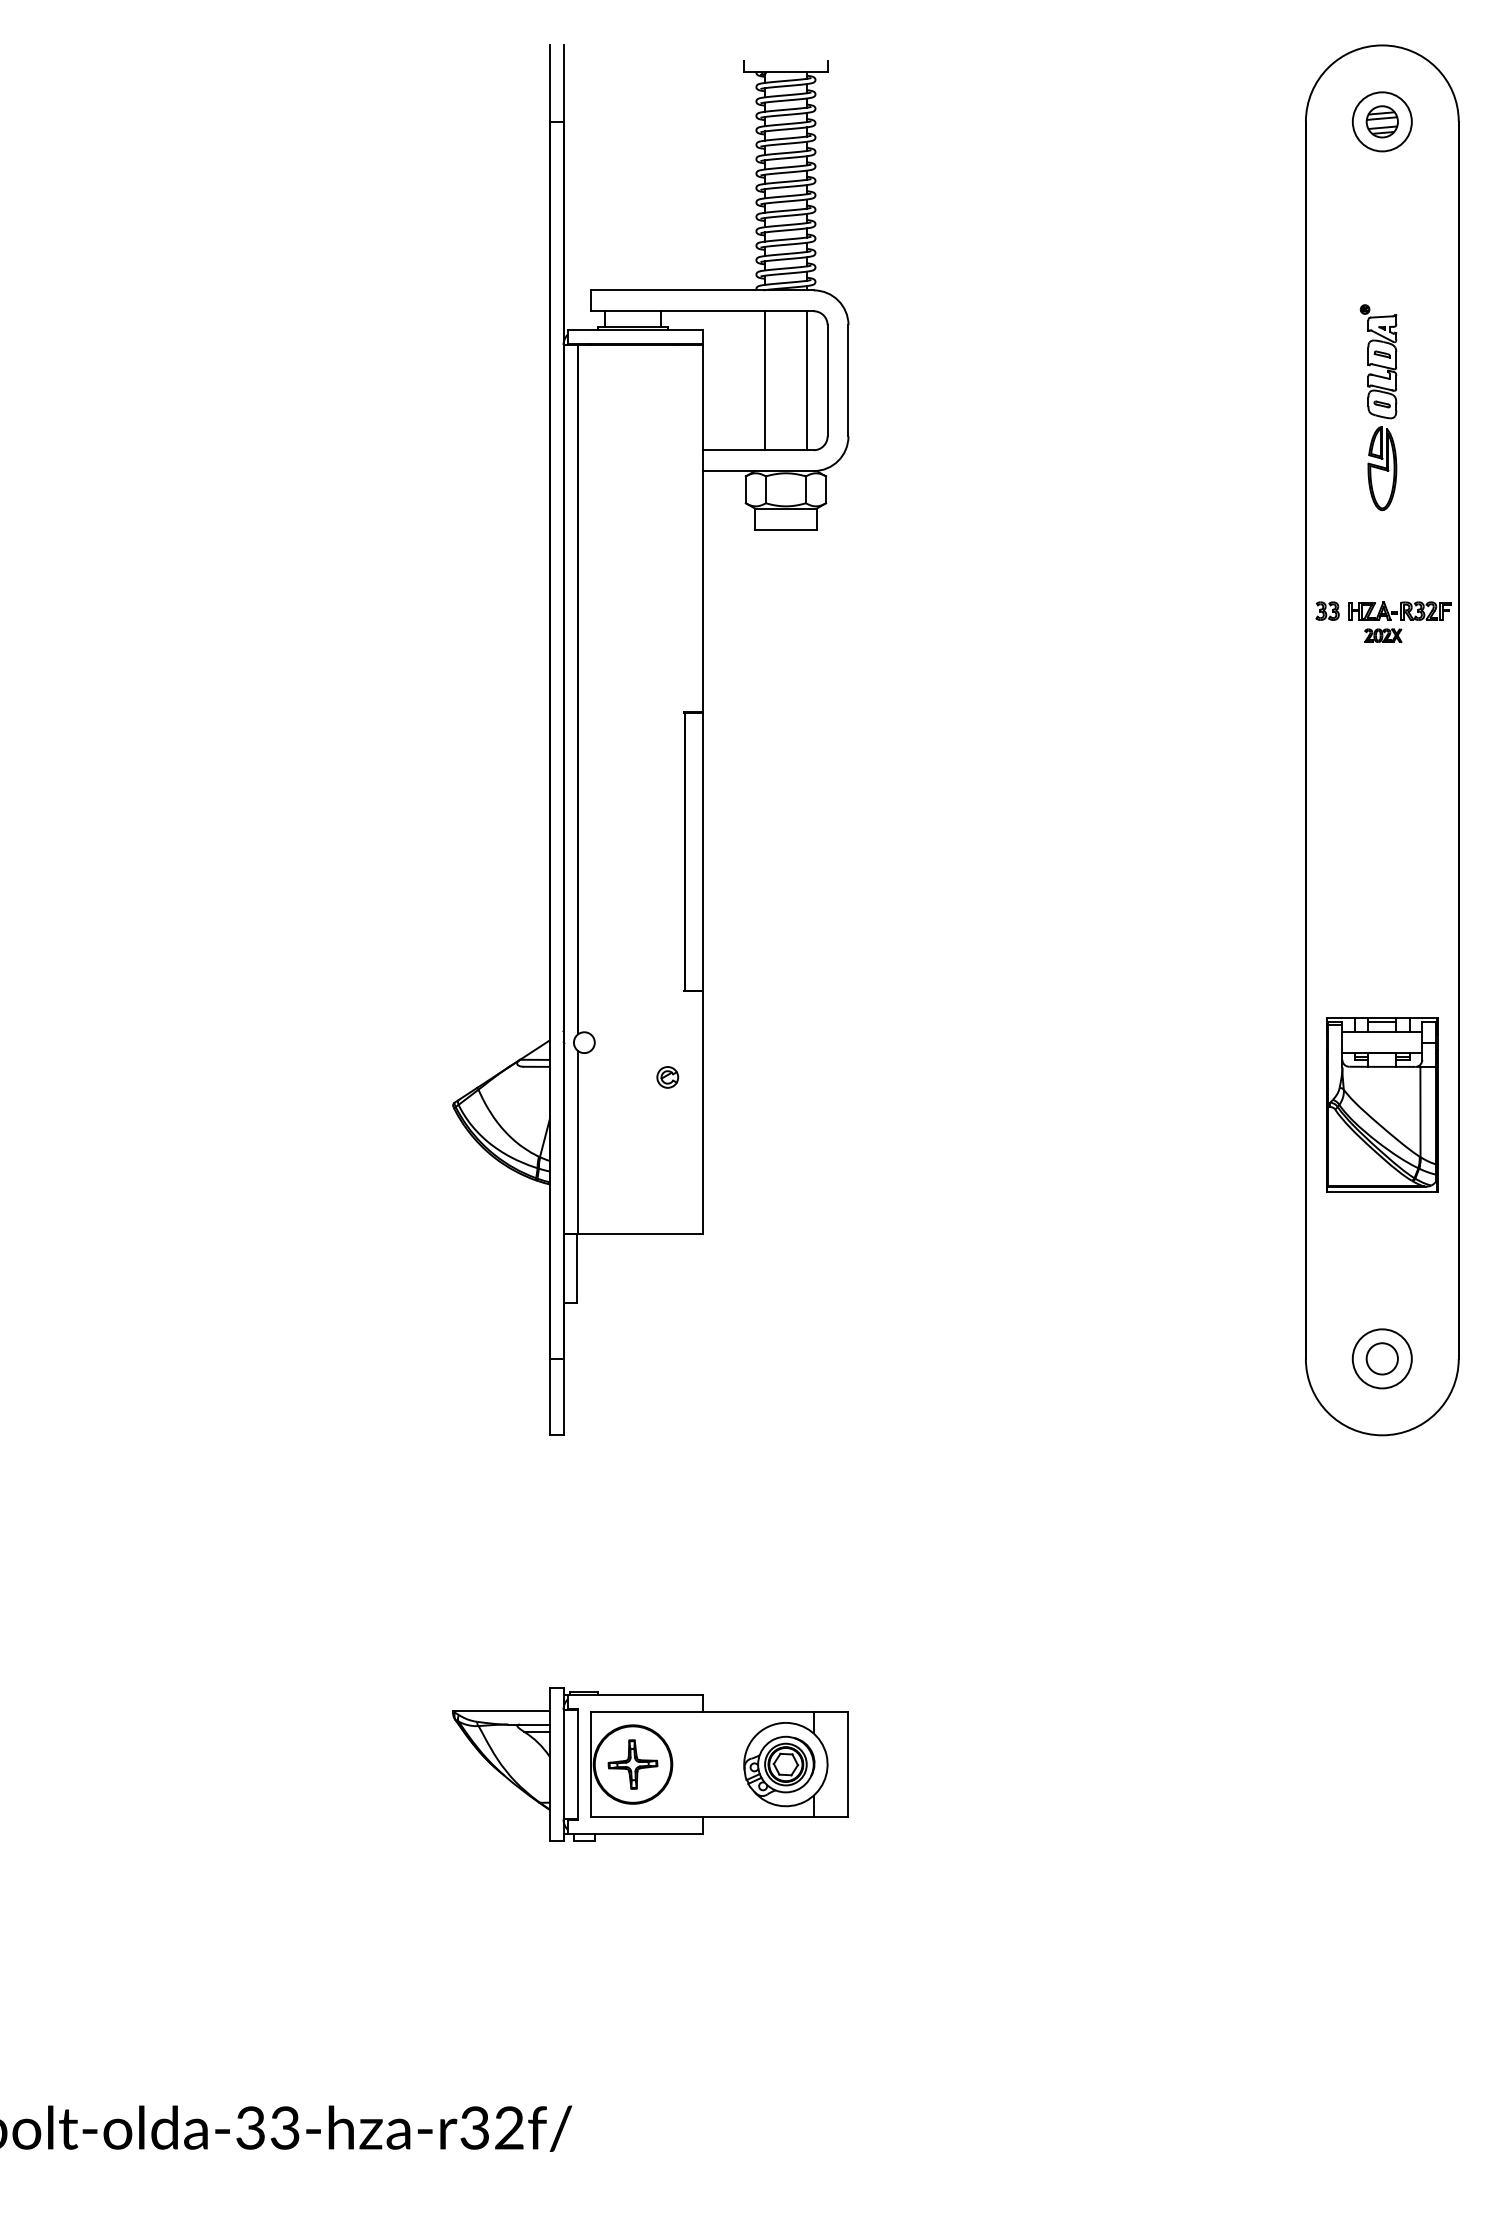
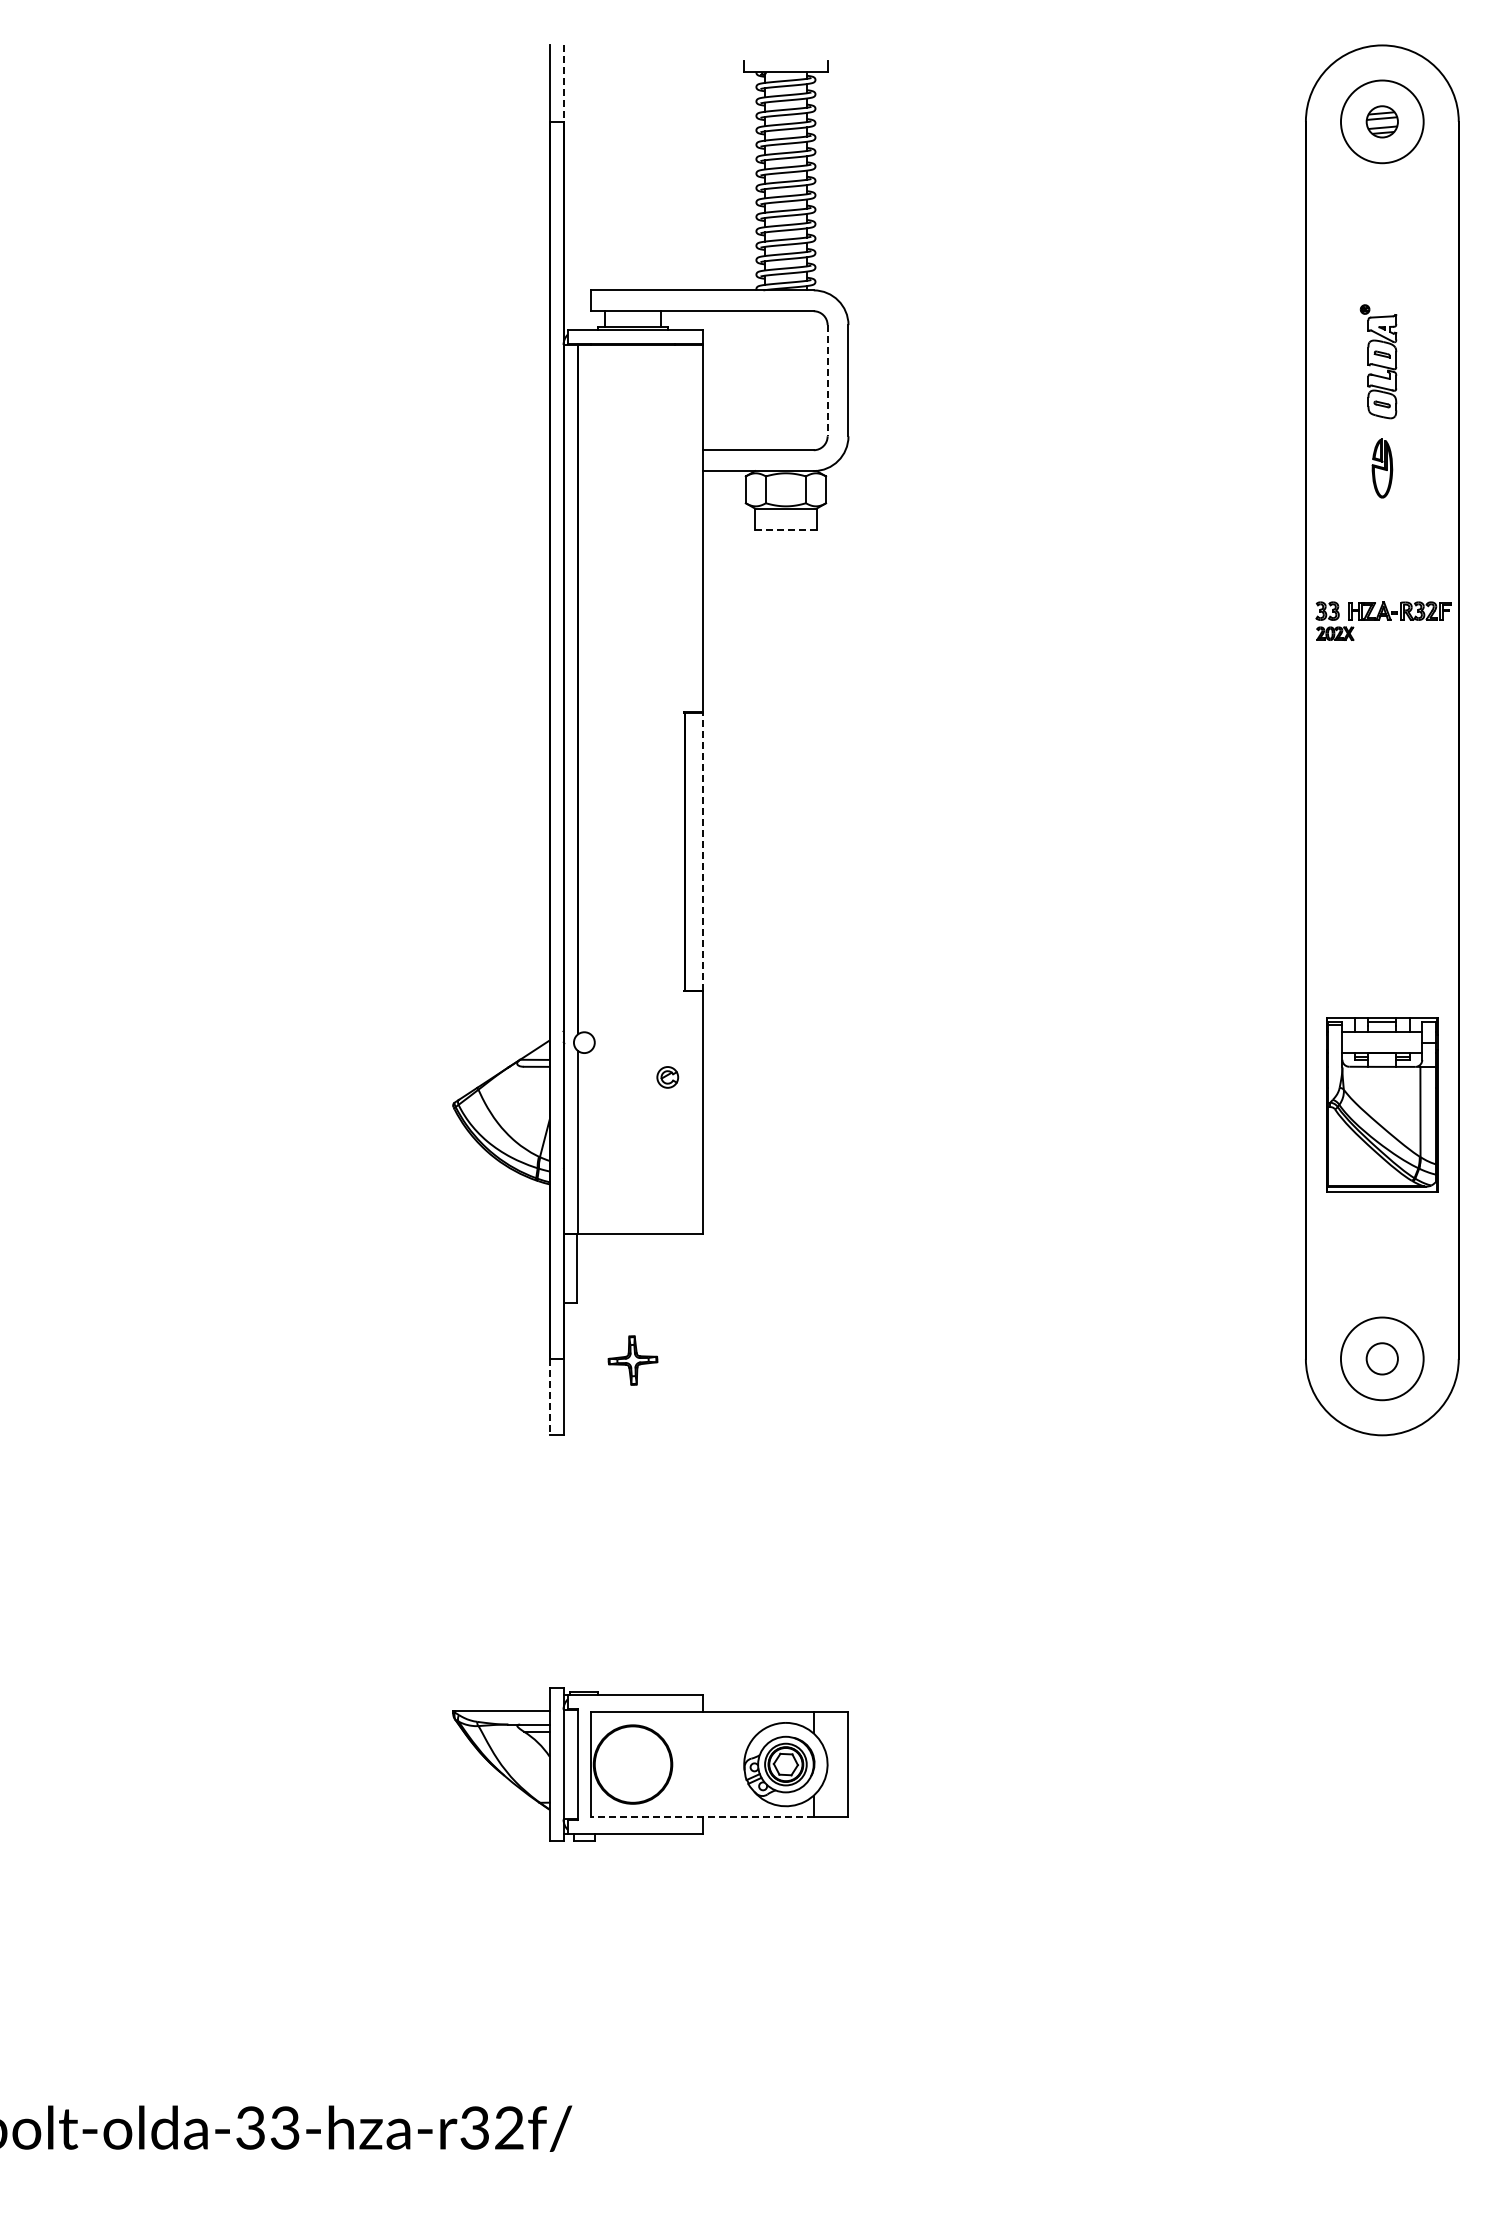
line at (563, 84): solid -> dashed
circle at (1381, 121) diameter: 59 px -> 83 px
line at (765, 380): present -> none
line at (806, 380): present -> none
line at (827, 380): solid -> dashed
part at (1382, 468) size: 31x85 px -> 23x61 px
line at (785, 530): solid -> dashed
part at (1383, 635) position: (1383, 635) -> (1335, 633)
line at (702, 851): solid -> dashed
circle at (1381, 1358) diameter: 59 px -> 83 px
line at (549, 1397): solid -> dashed
part at (632, 1764) position: (632, 1764) -> (632, 1360)
line at (702, 1816): solid -> dashed
